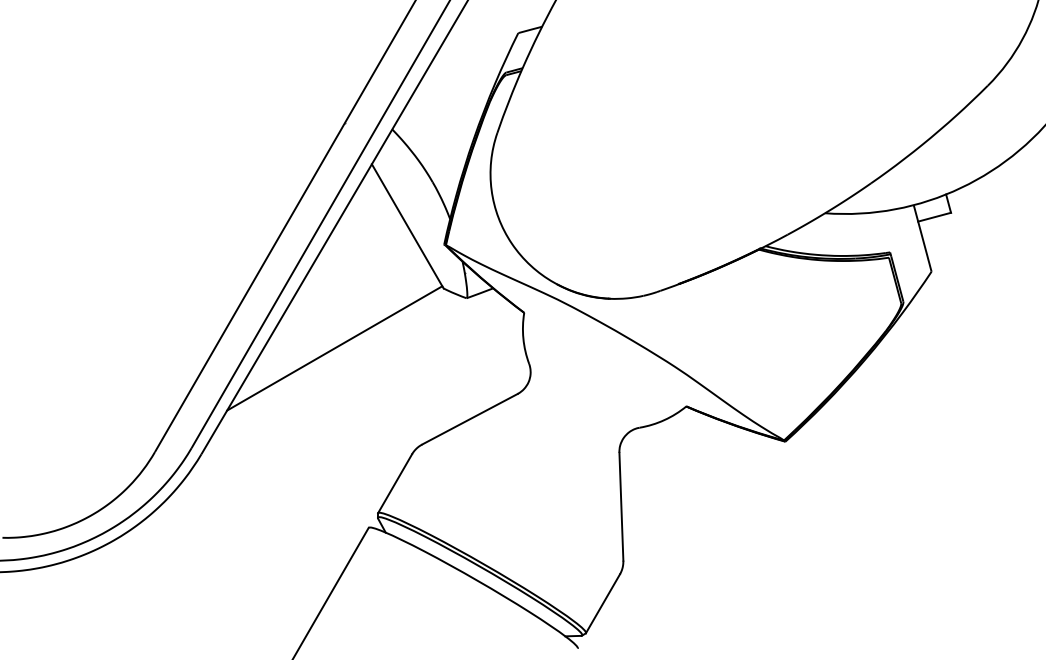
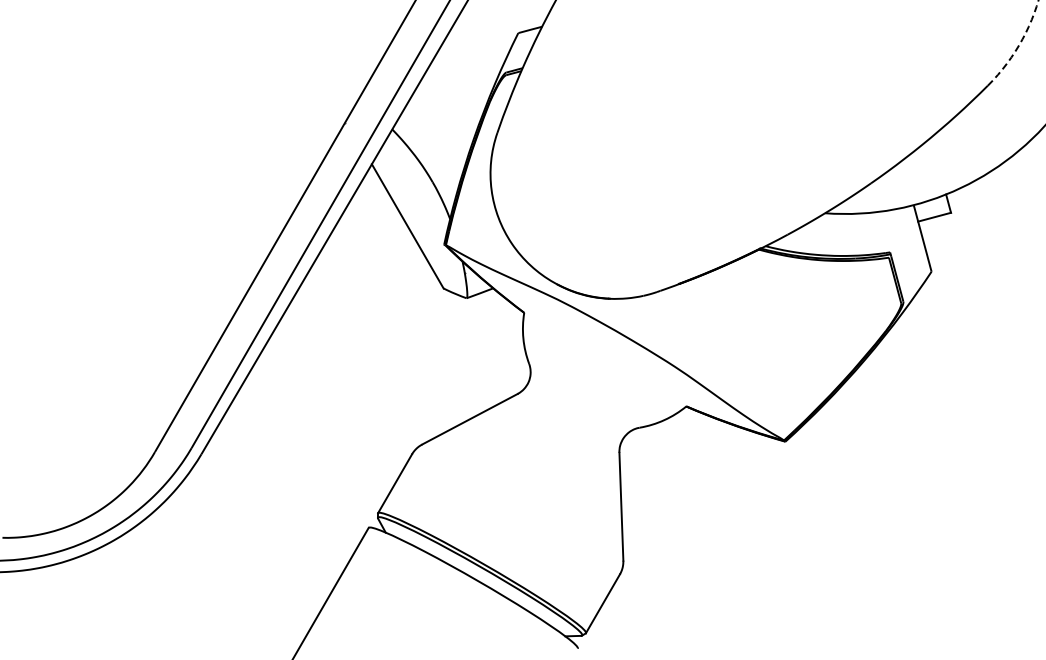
arc at (1017, 47): solid -> dashed
line at (334, 348): present -> none
